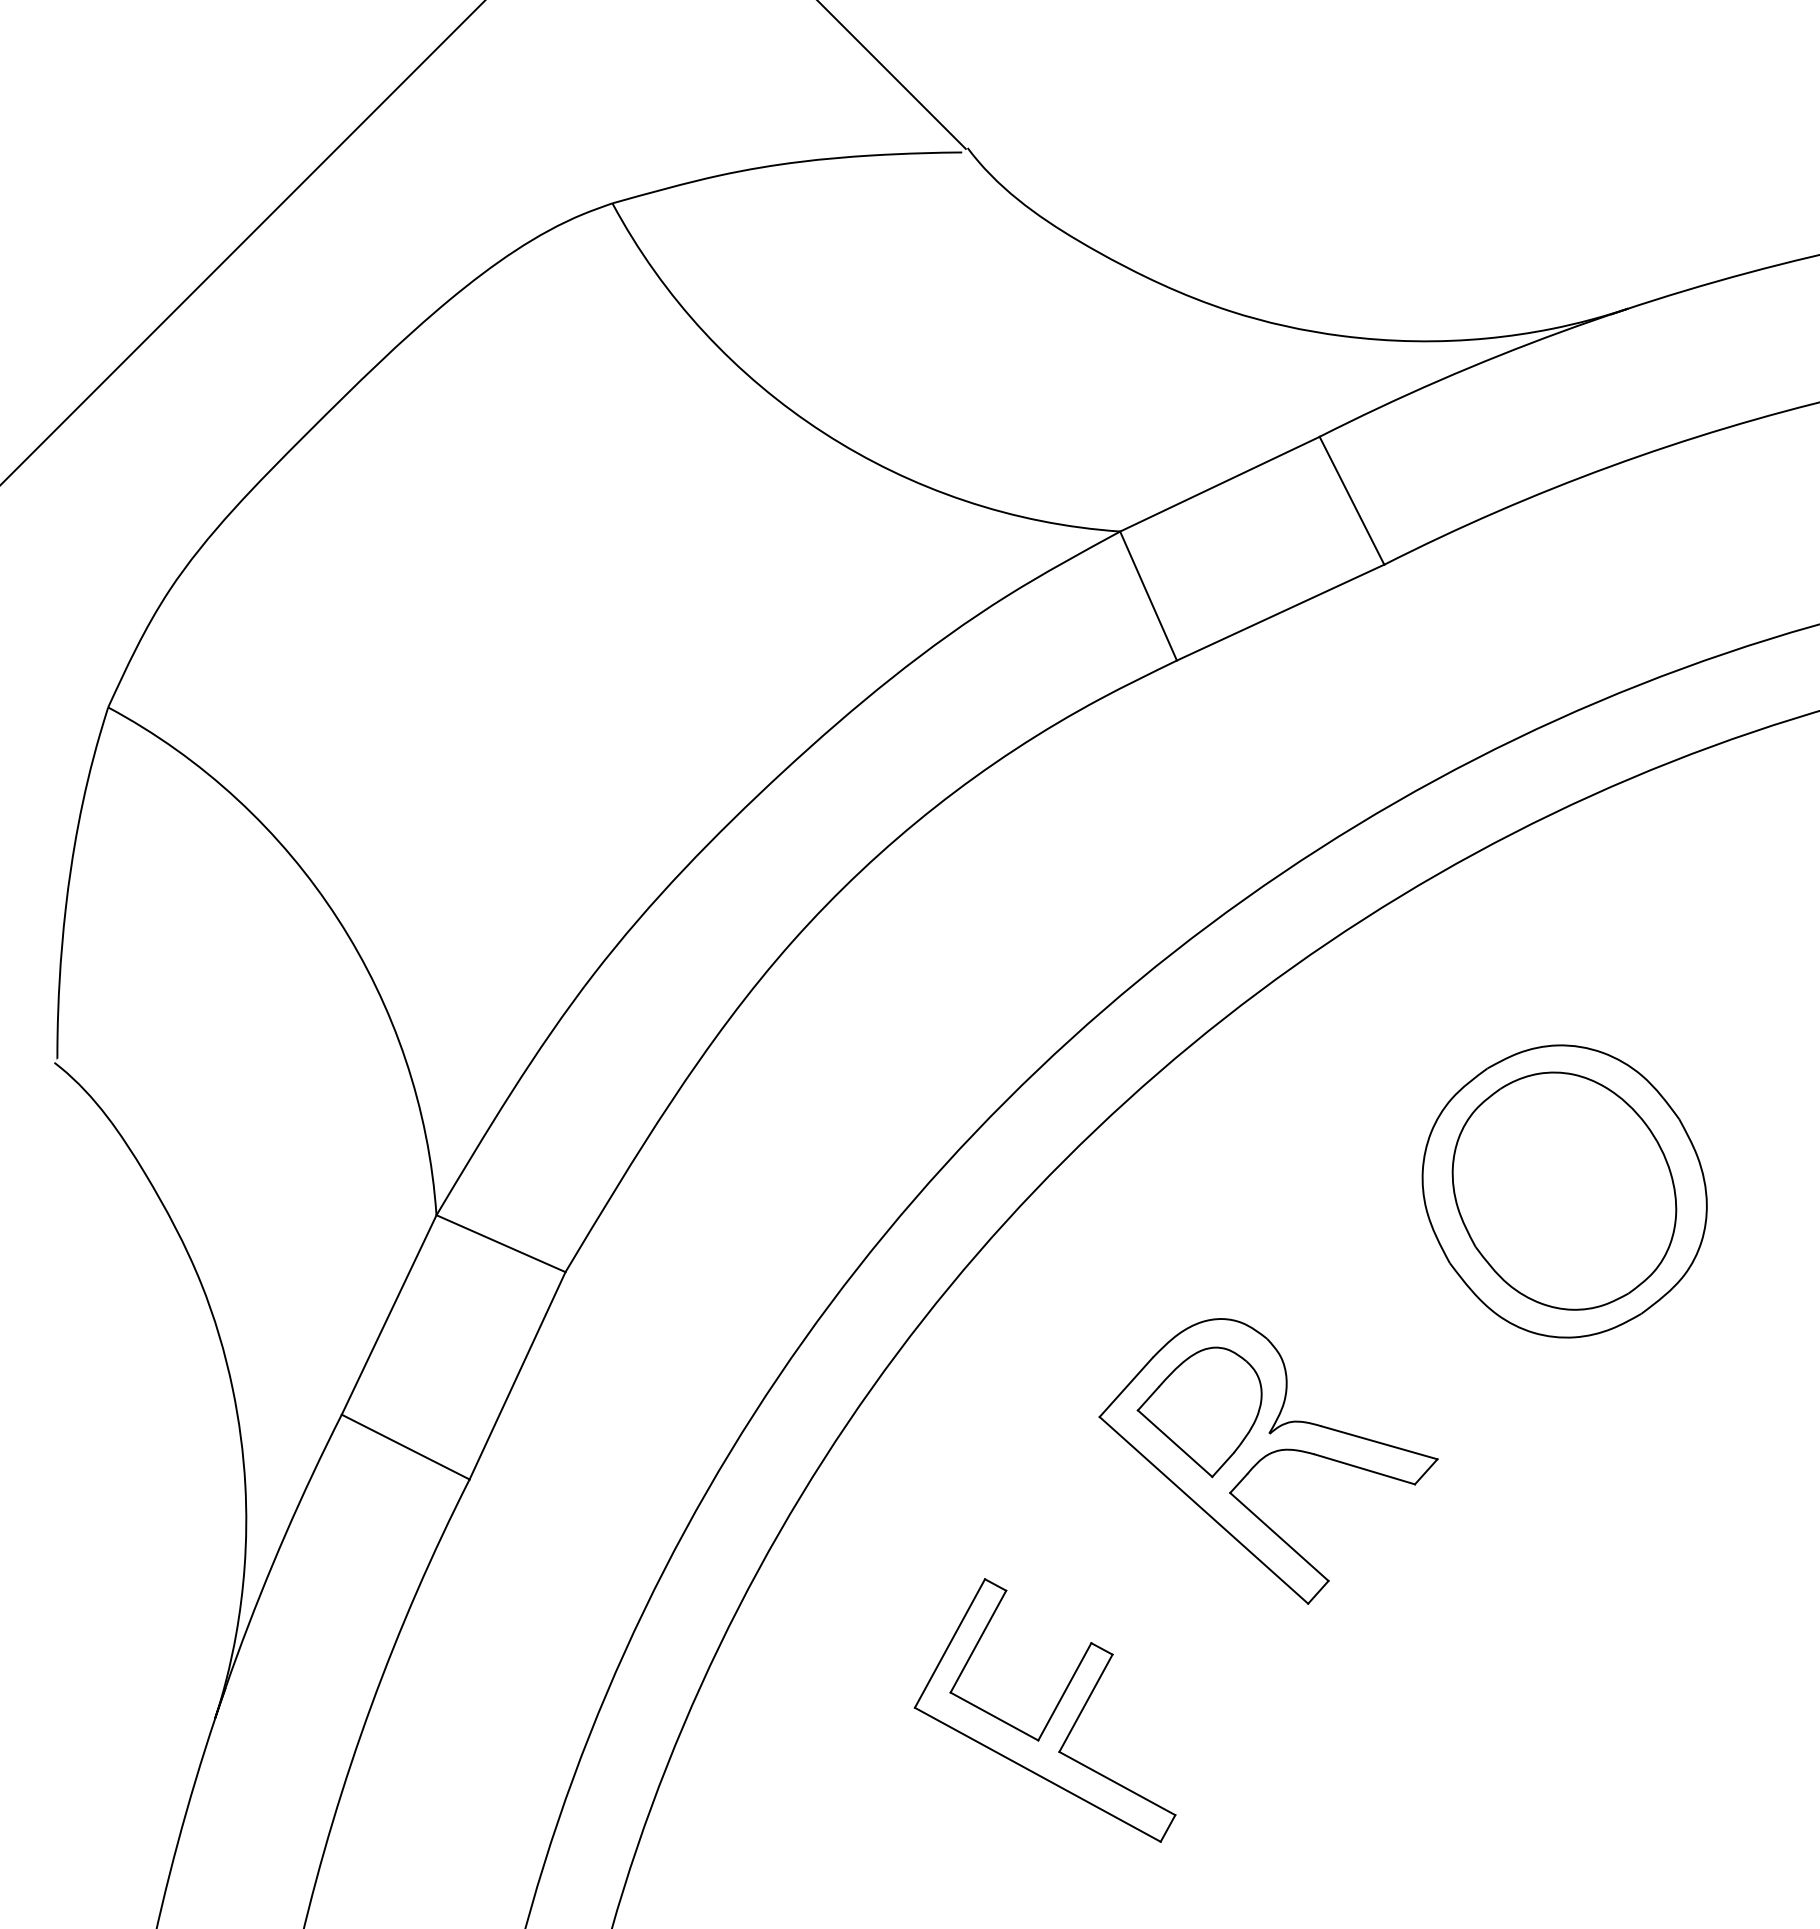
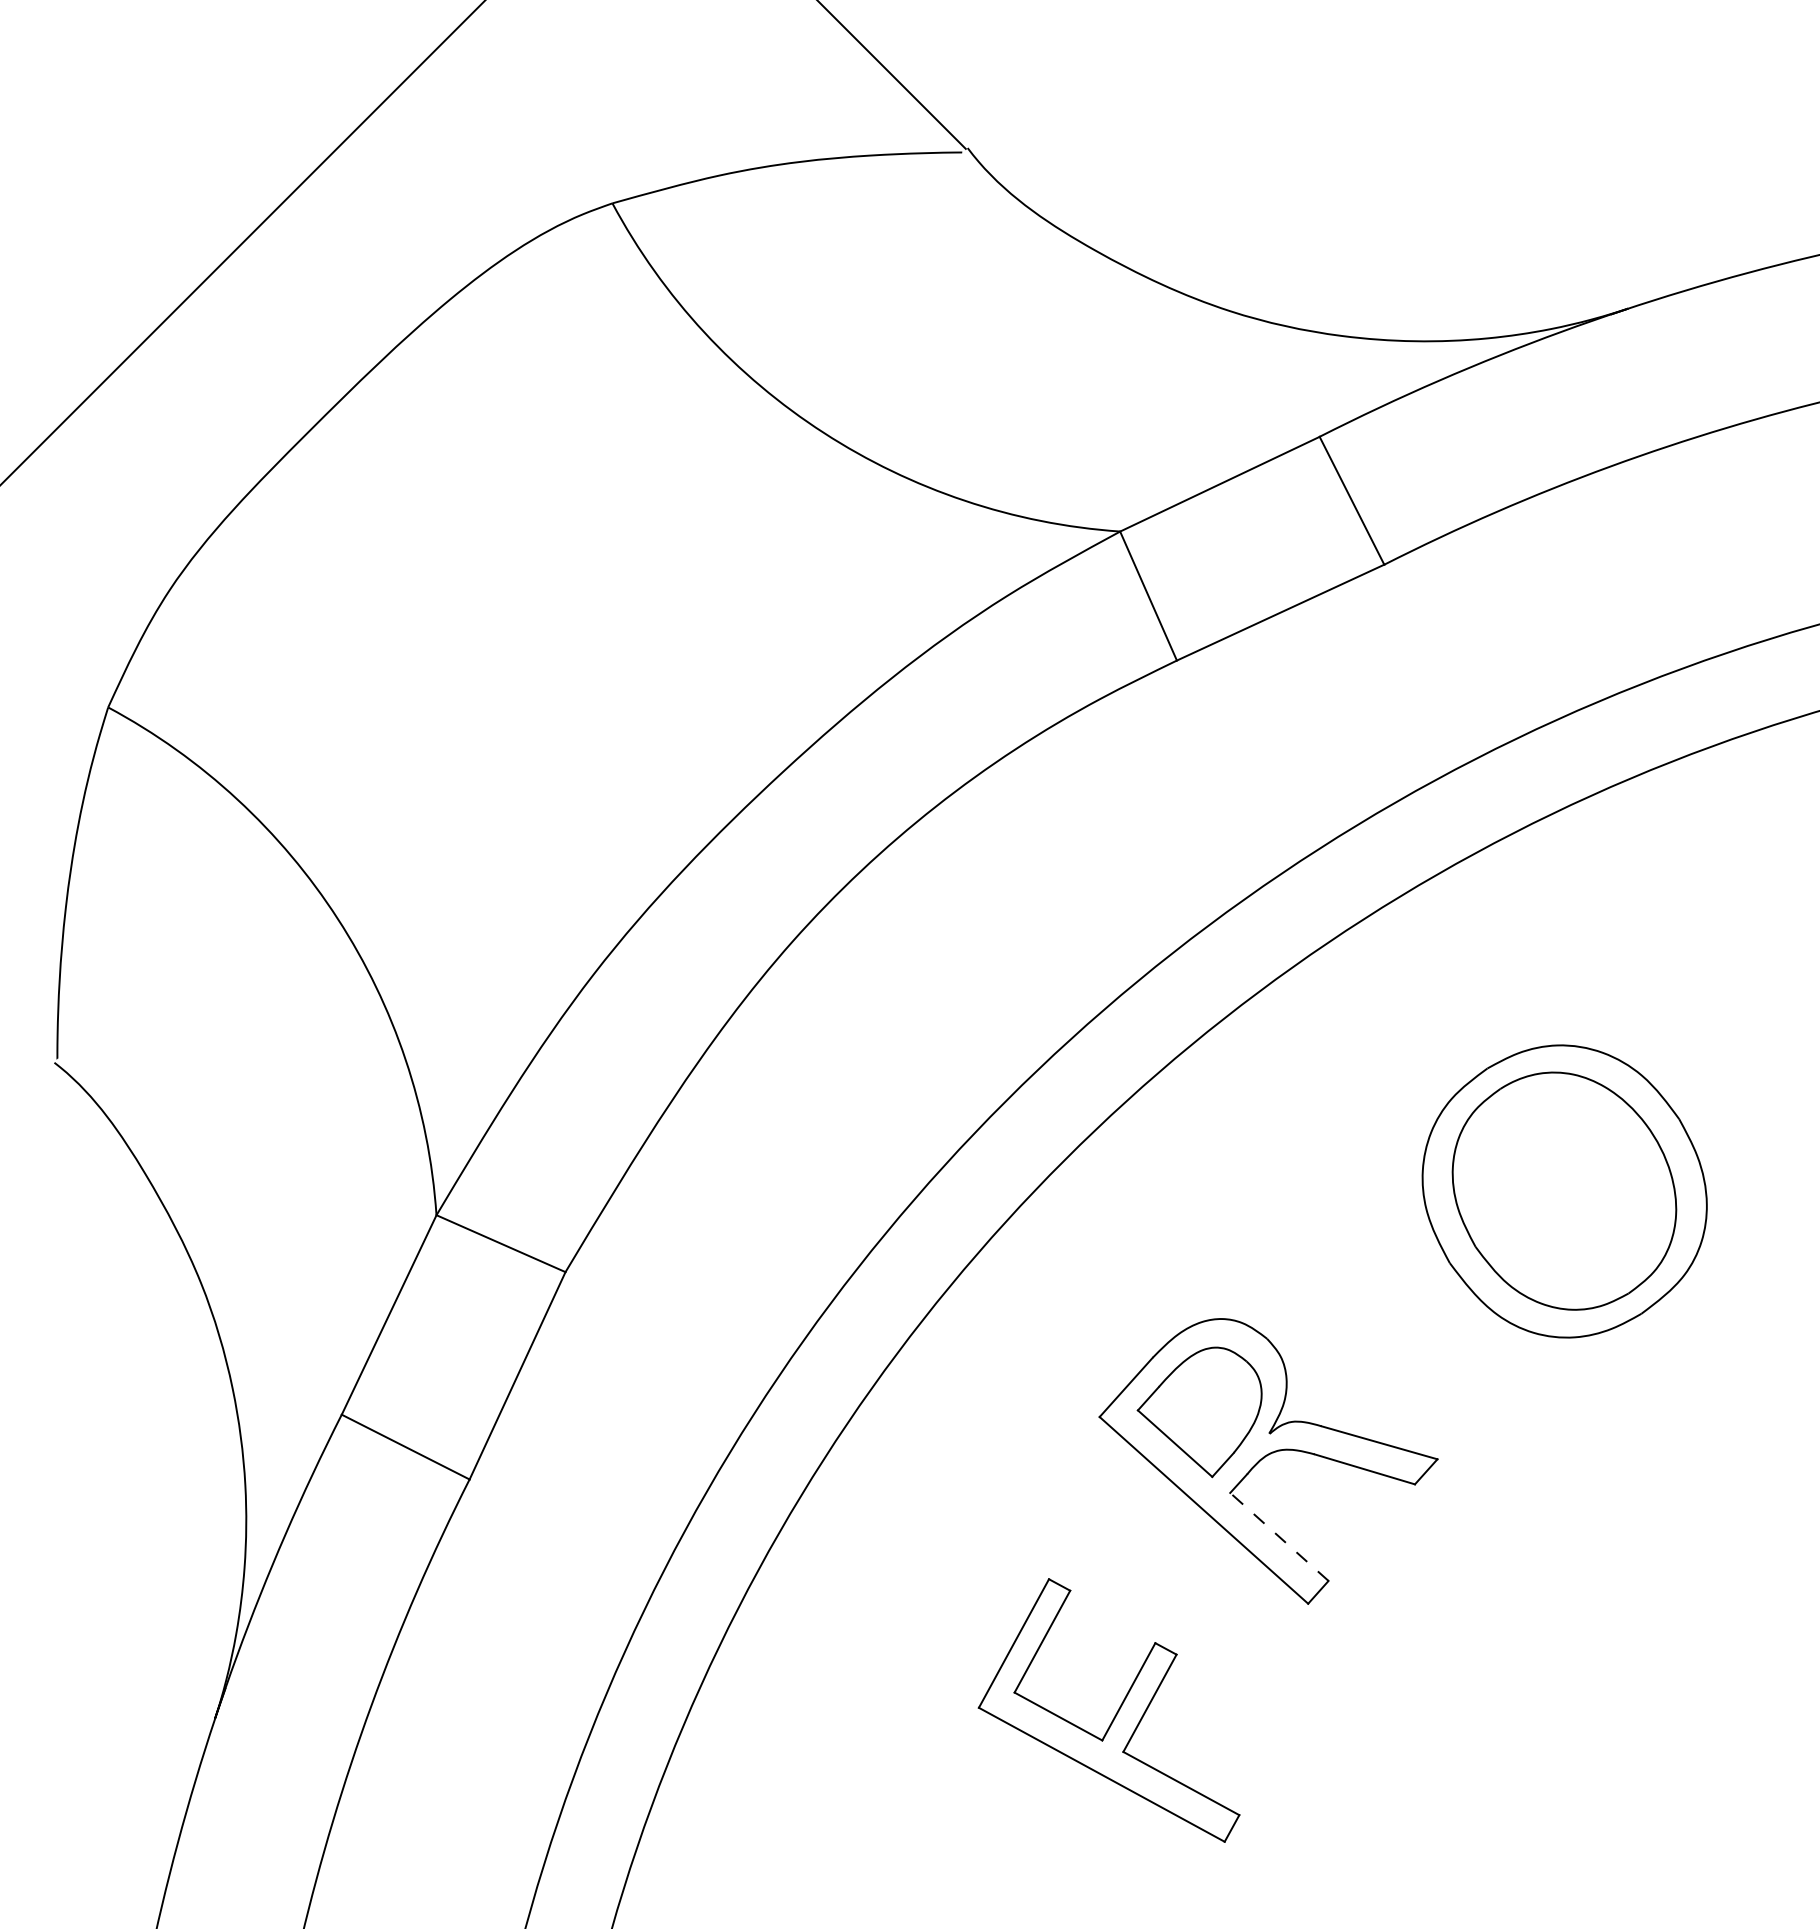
line at (1279, 1536): solid -> dashed
part at (1050, 1715) position: (1050, 1715) -> (1114, 1715)
